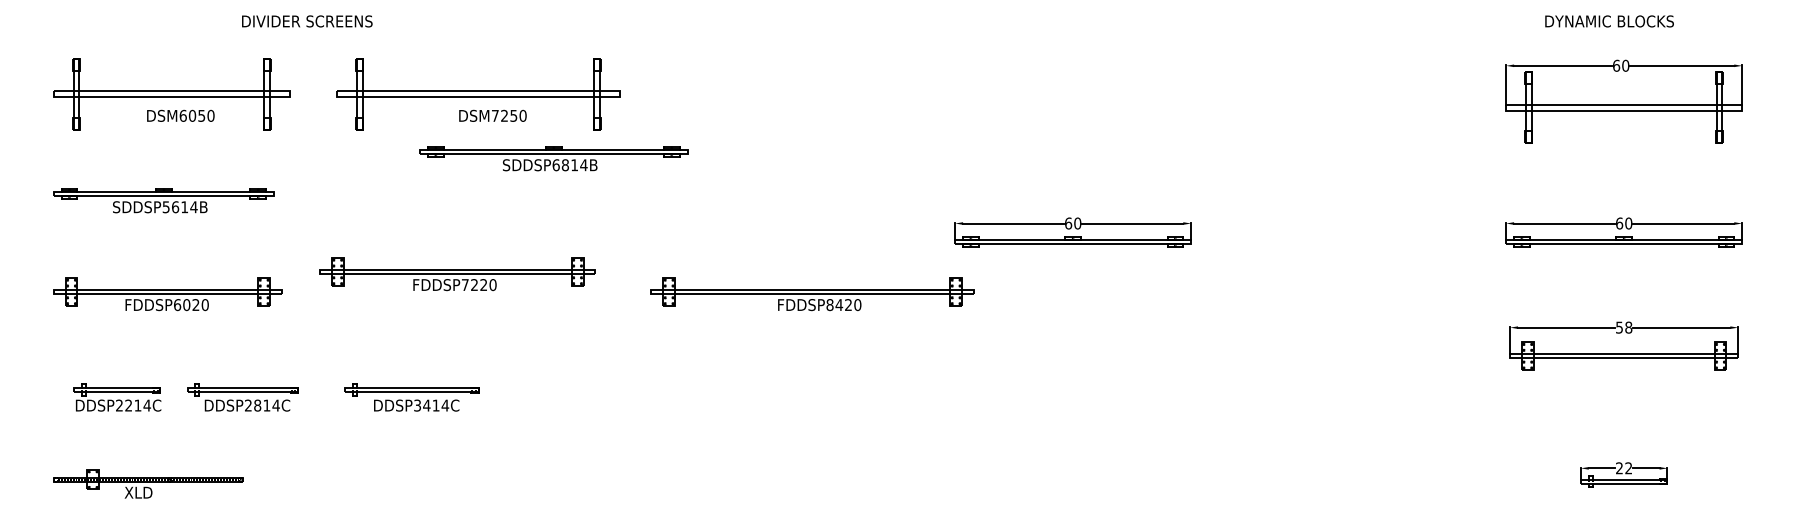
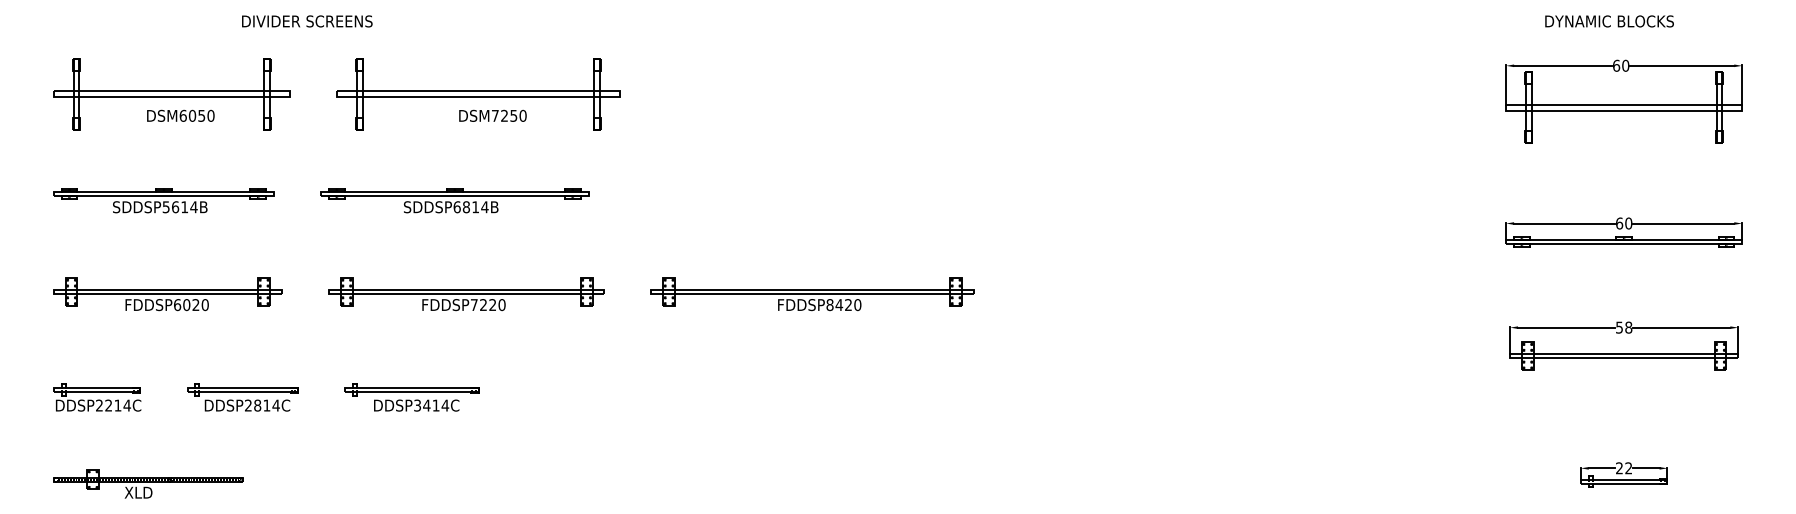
part at (553, 158) position: (553, 158) -> (454, 200)
part at (1072, 232): present -> none
part at (457, 274) position: (457, 274) -> (466, 294)
part at (117, 397) position: (117, 397) -> (97, 397)
